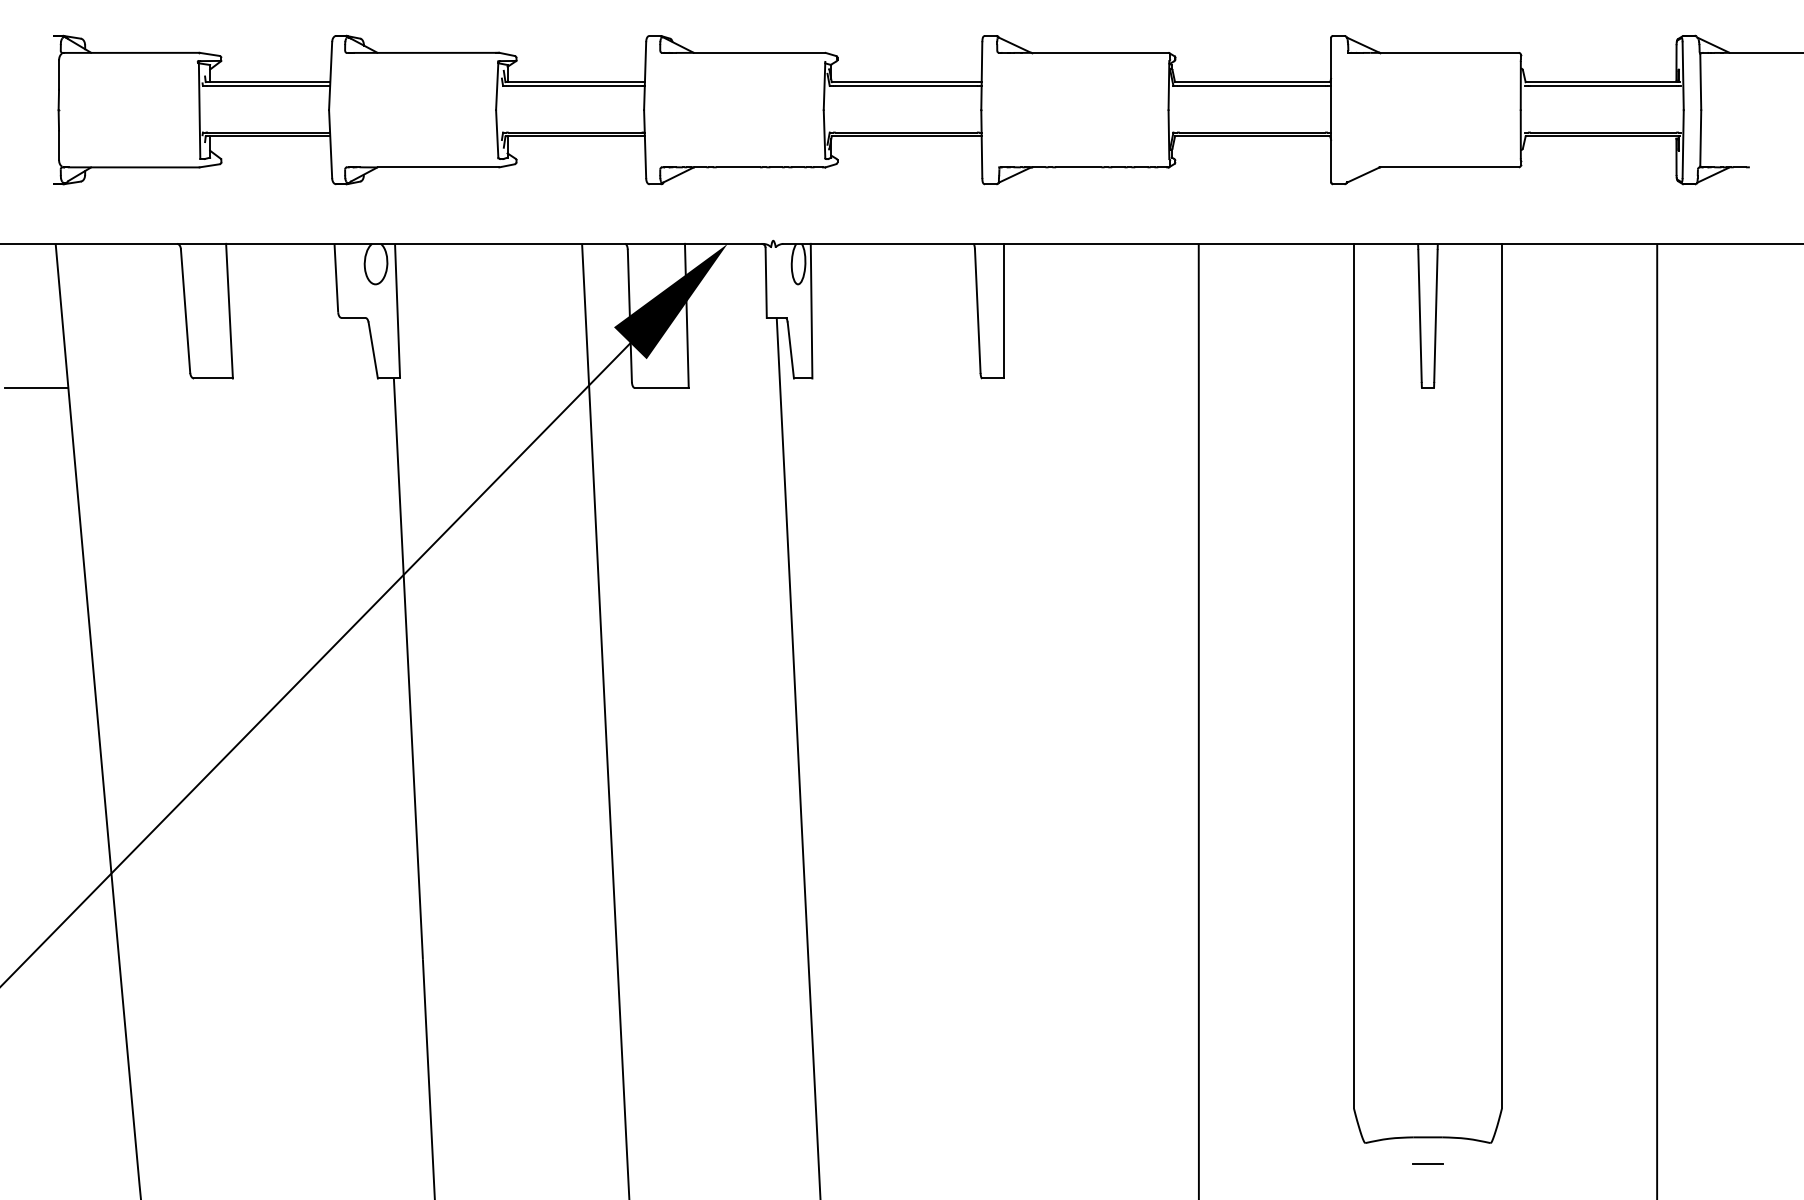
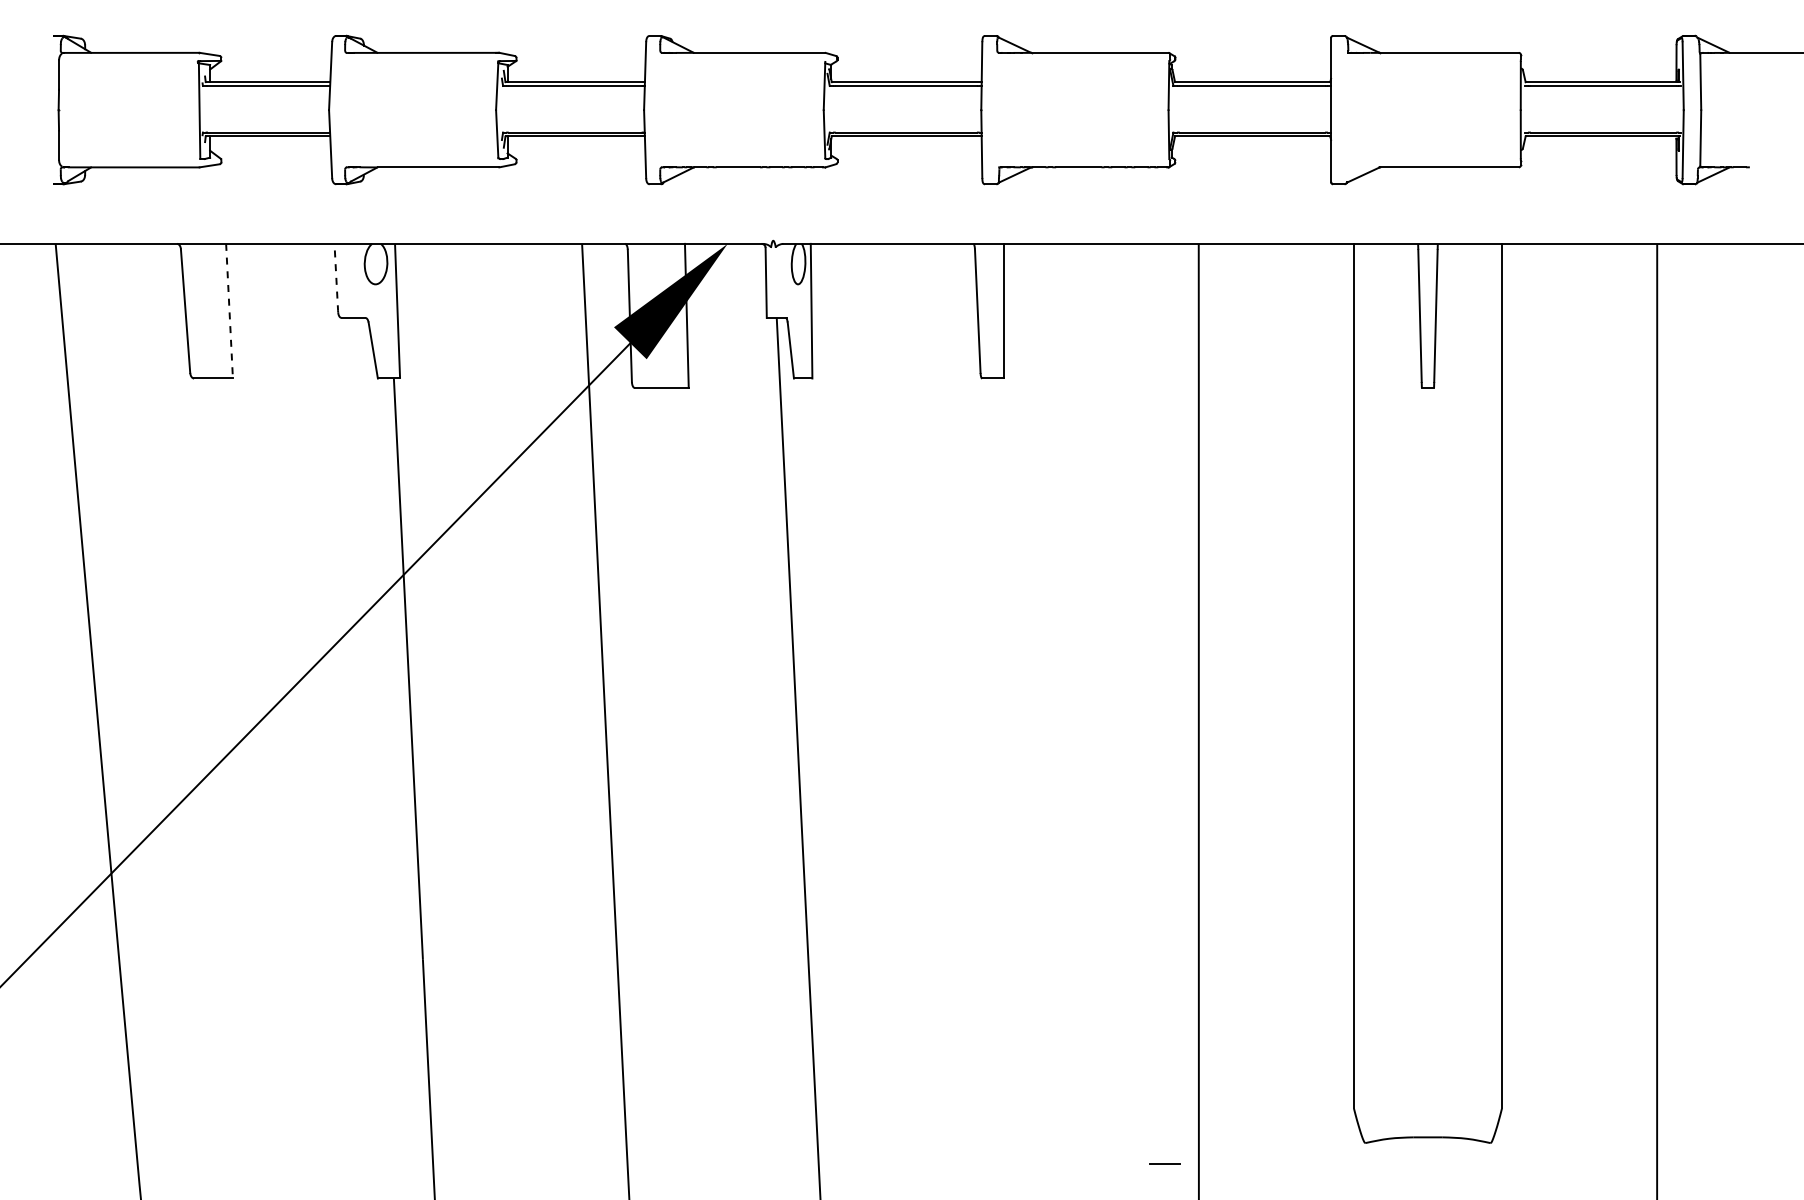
line at (336, 278): solid -> dashed
line at (229, 311): solid -> dashed
line at (36, 387): present -> none
line at (1427, 1163) position: (1427, 1163) -> (1164, 1163)
